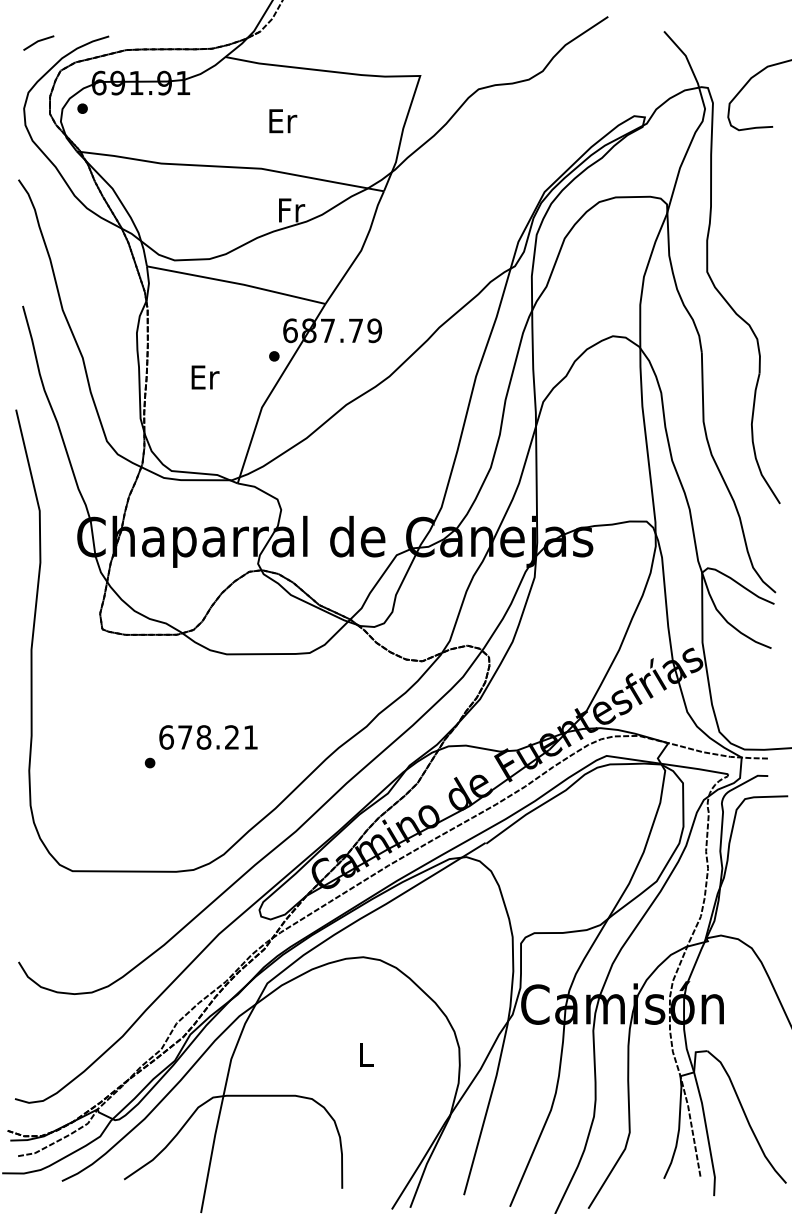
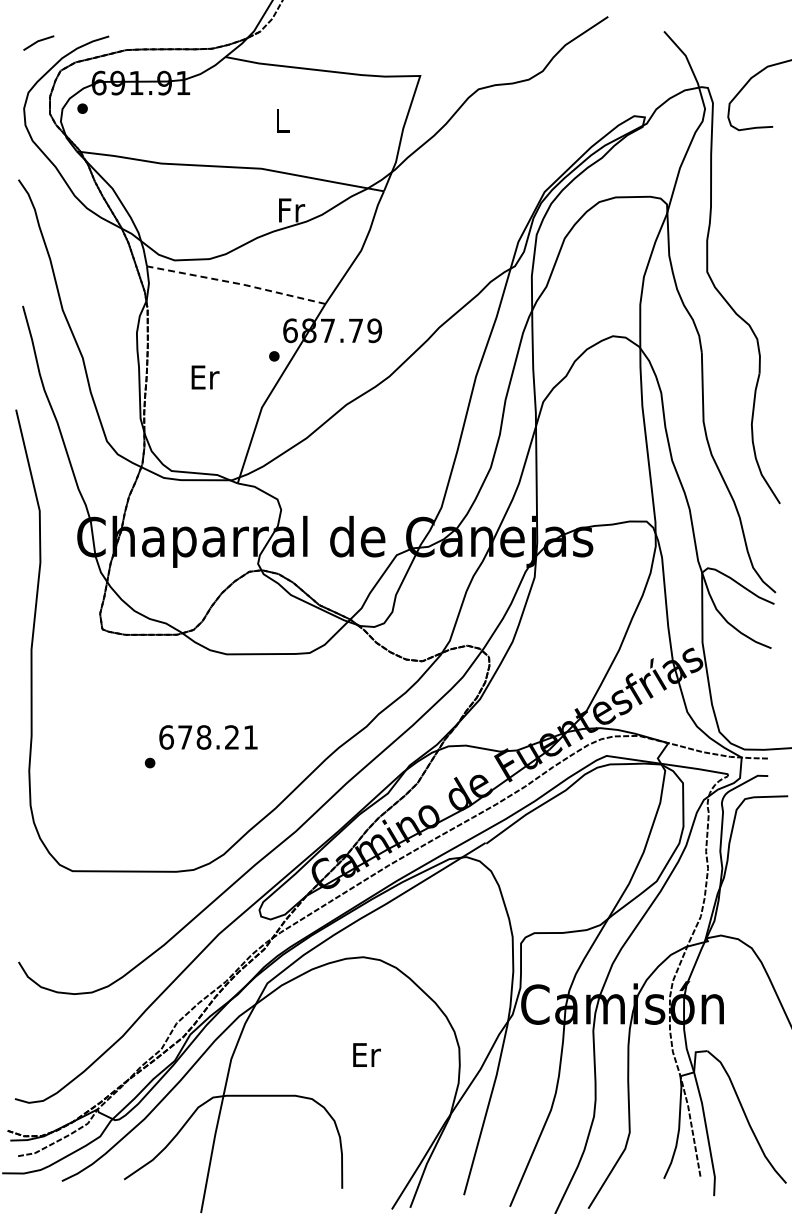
text at (283, 121): Er -> L
line at (237, 283): solid -> dashed
text at (366, 1054): L -> Er
